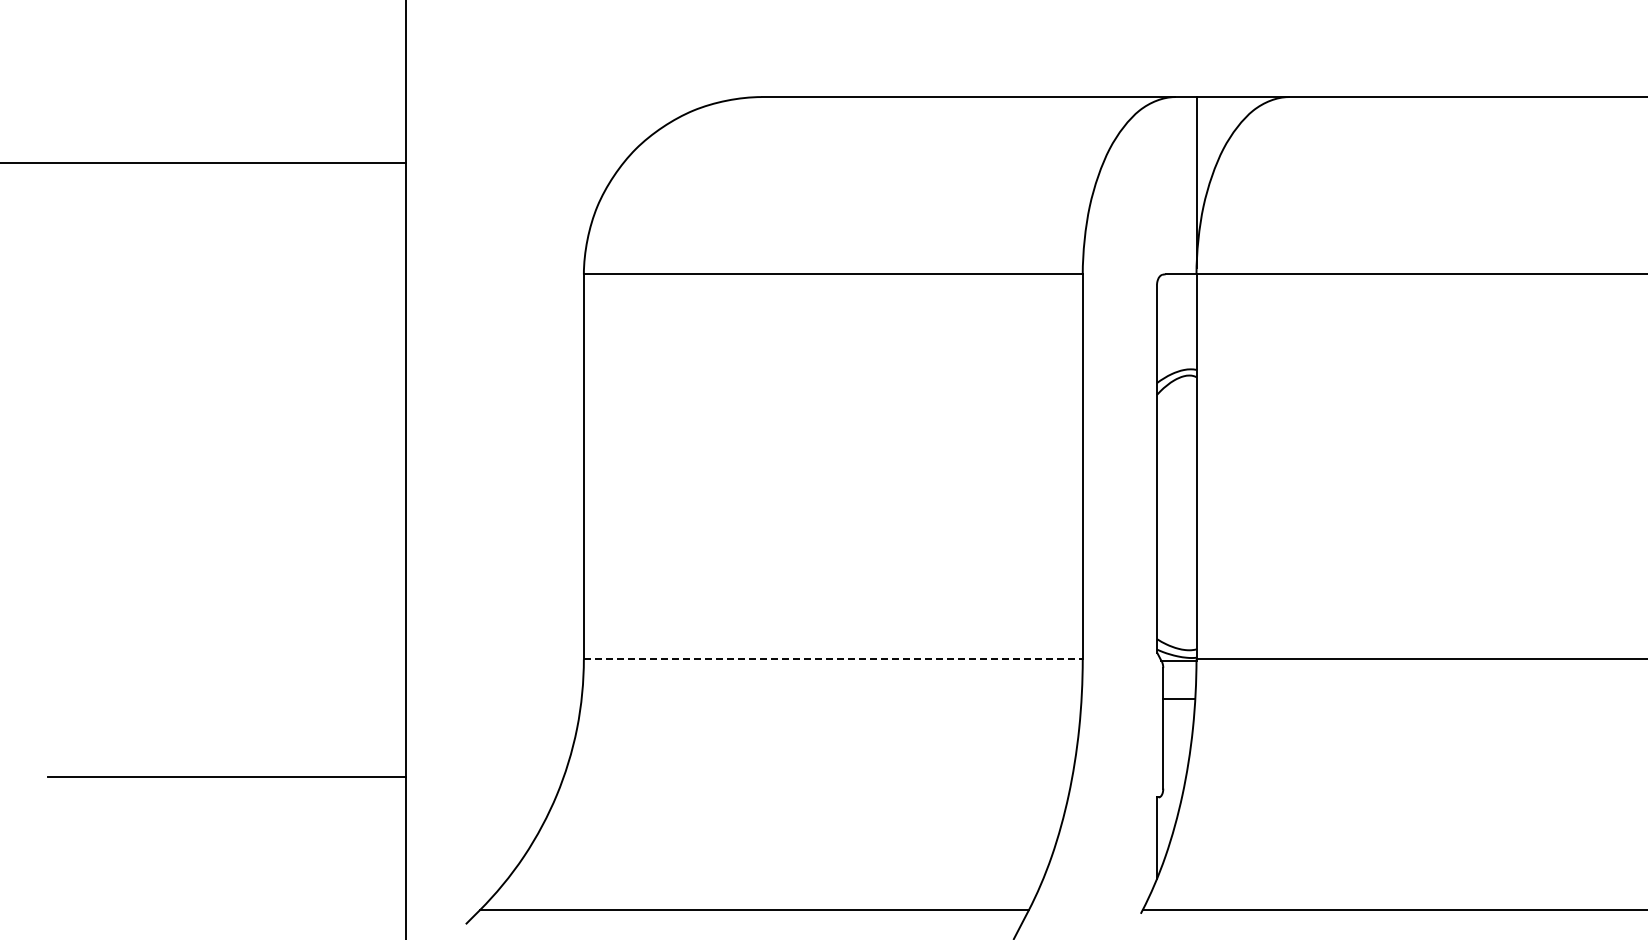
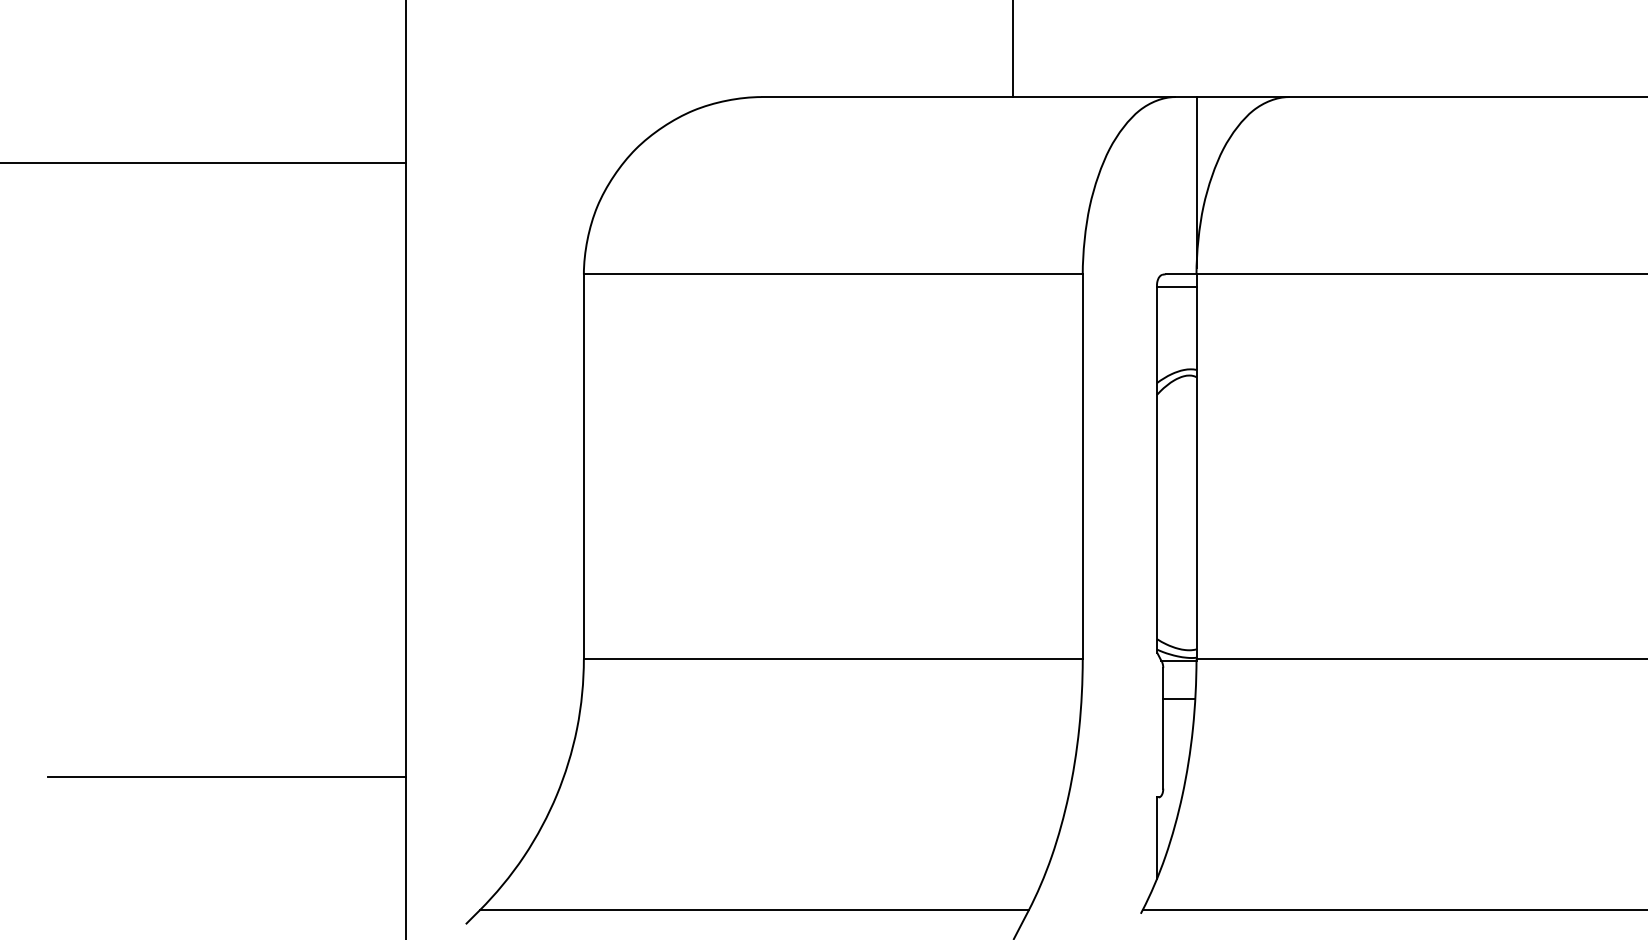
line at (1013, 49): none -> present
line at (1176, 287): none -> present
line at (833, 659): dashed -> solid
